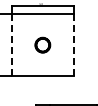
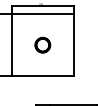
line at (11, 44): dashed -> solid
line at (73, 45): dashed -> solid
